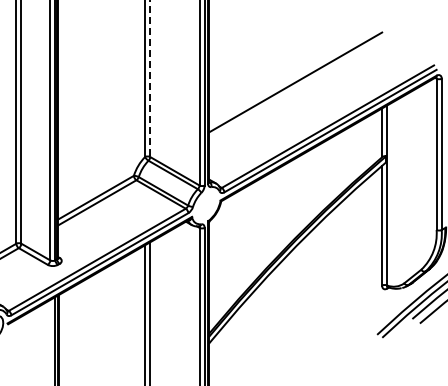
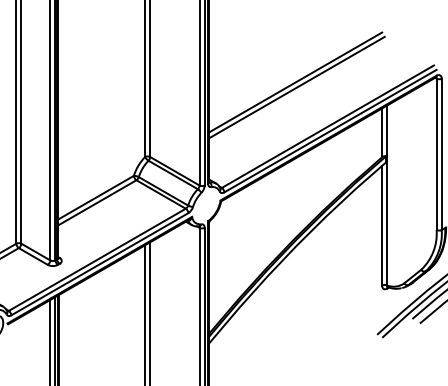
line at (150, 79): dashed -> solid
line at (296, 87): none -> present
line at (50, 340): none -> present
